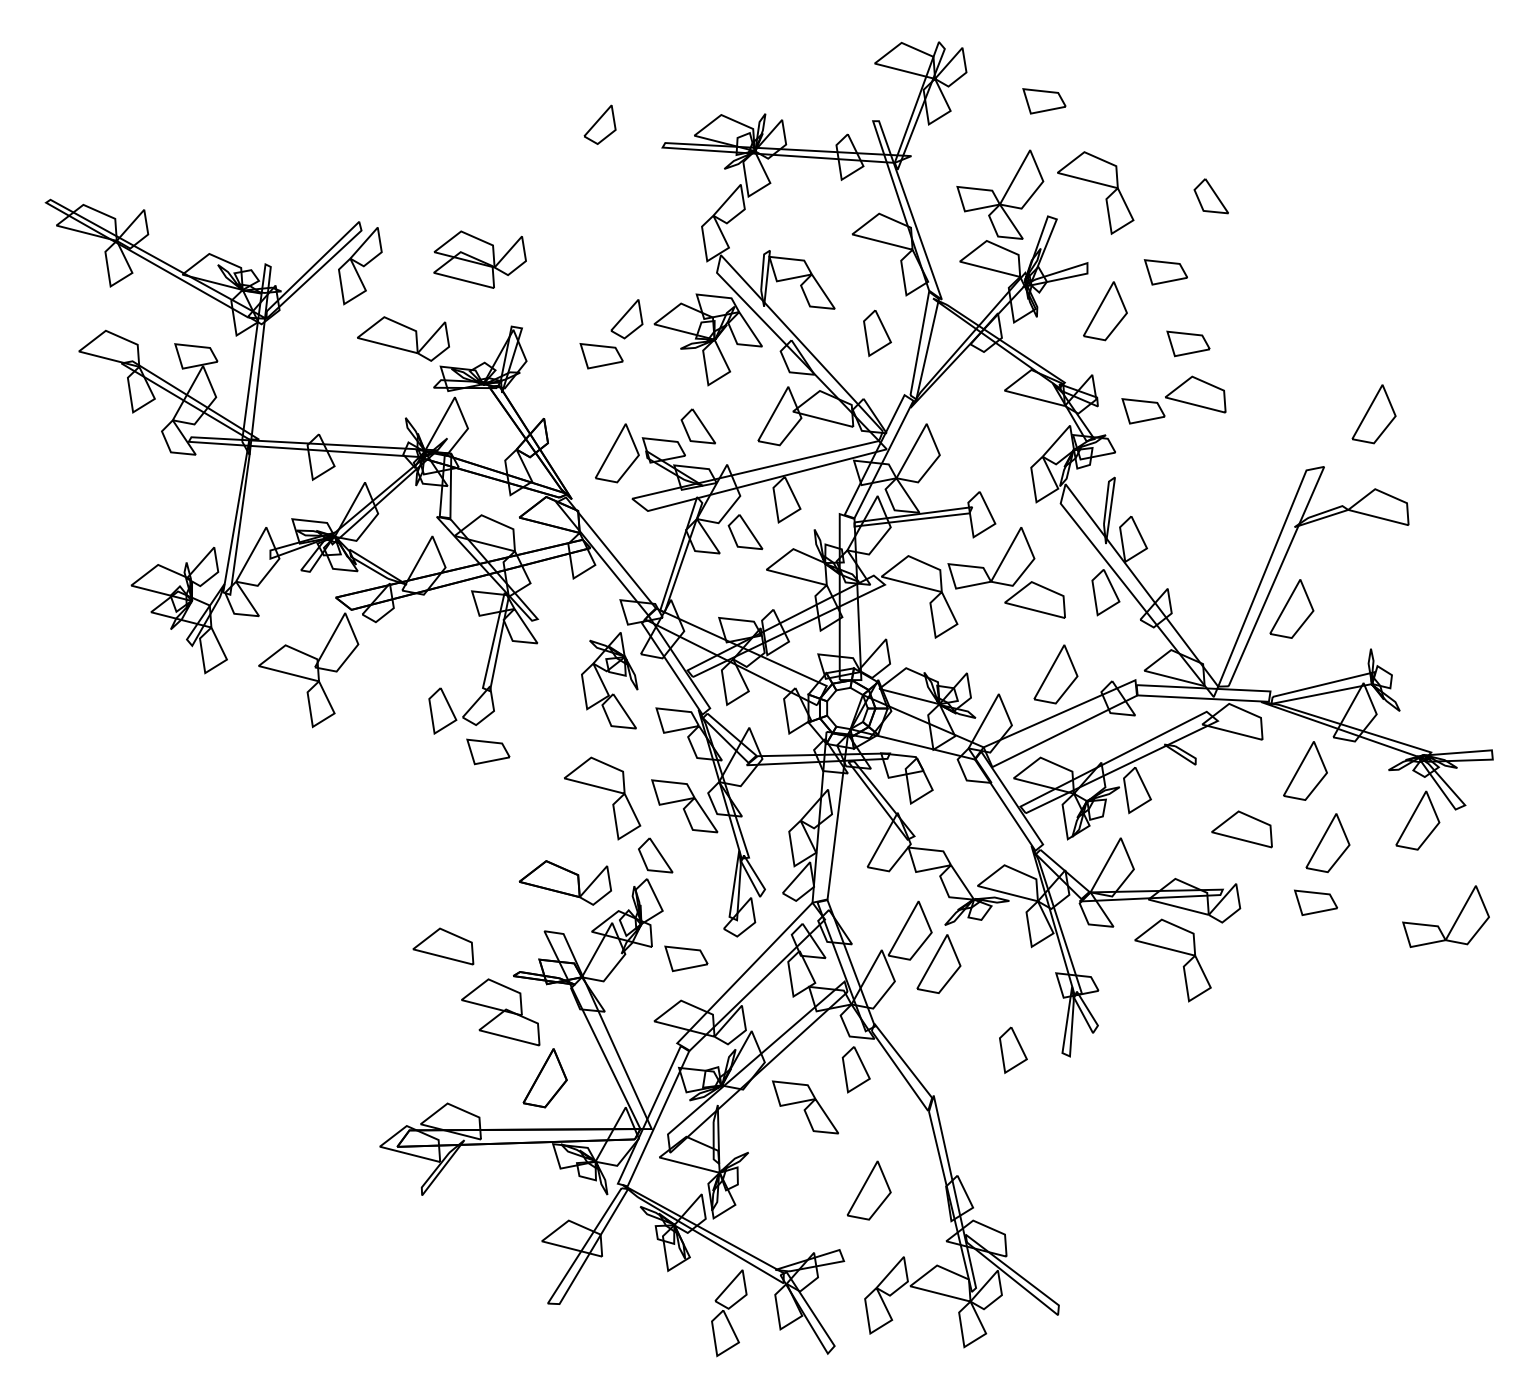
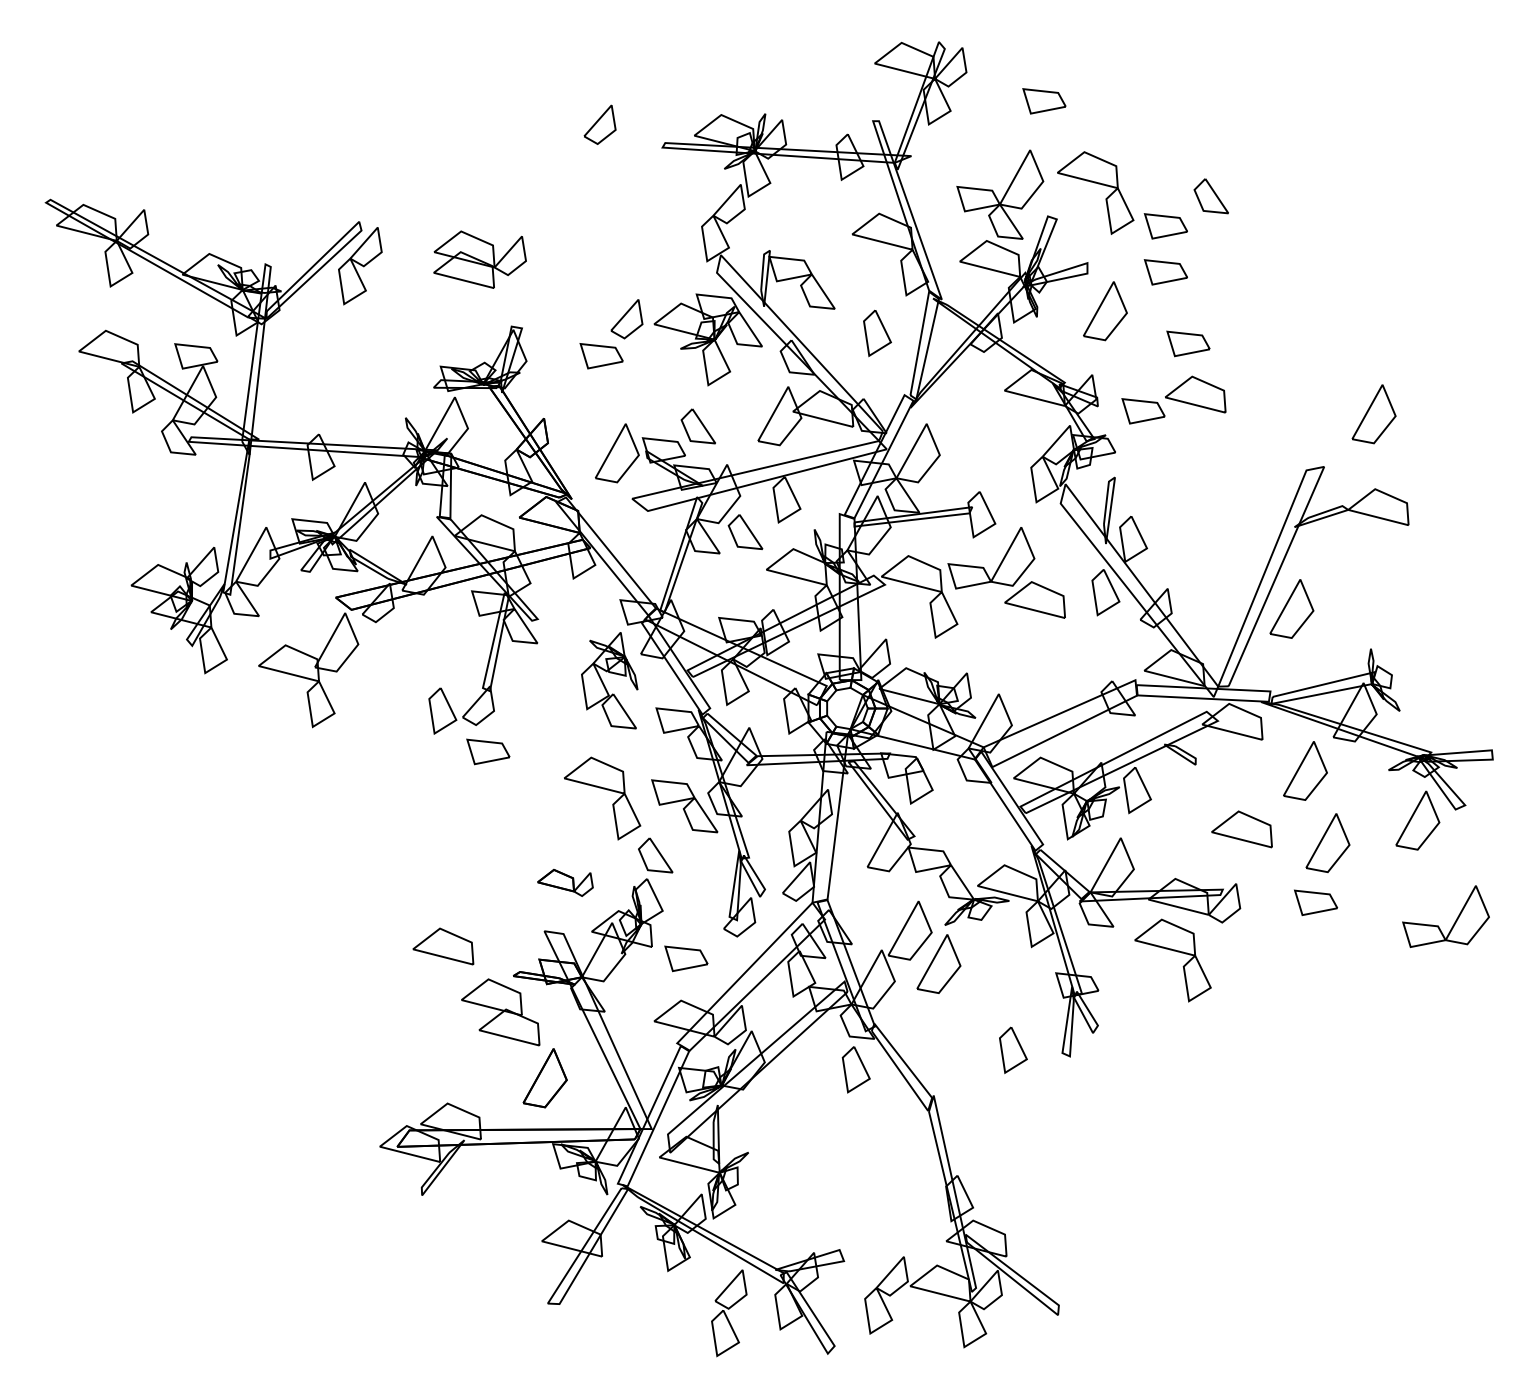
part at (1165, 226): none -> present
part at (403, 338): present -> none
part at (1055, 674): present -> none
part at (565, 882) size: 95x46 px -> 57x29 px
part at (804, 1107): present -> none
part at (868, 1190): present -> none
